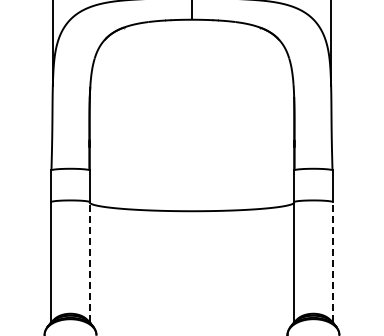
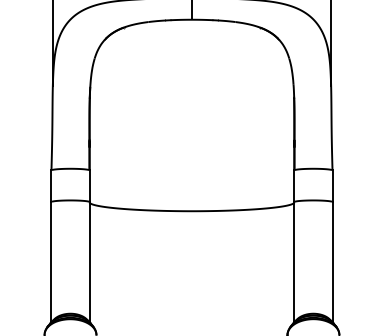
line at (89, 261): dashed -> solid
line at (332, 261): dashed -> solid
